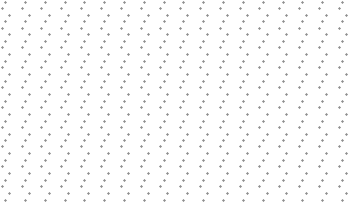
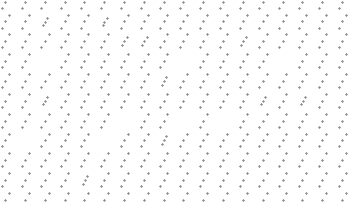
part at (45, 21) size: 11x16 px -> 7x10 px
part at (104, 21) size: 10x16 px -> 7x10 px
part at (124, 40) size: 10x16 px -> 8x11 px
part at (144, 40) size: 10x16 px -> 8x11 px
part at (243, 40) size: 10x16 px -> 8x11 px
part at (45, 60): present -> none
part at (183, 60): present -> none
part at (282, 60): present -> none
part at (163, 80) size: 10x16 px -> 7x11 px
part at (45, 100) size: 11x16 px -> 7x10 px
part at (263, 100) size: 11x16 px -> 7x10 px
part at (302, 100) size: 10x16 px -> 7x10 px
part at (124, 120): present -> none
part at (183, 120): present -> none
part at (223, 120): present -> none
part at (25, 140): present -> none
part at (104, 140): present -> none
part at (163, 140) size: 10x15 px -> 7x11 px
part at (84, 179) size: 10x16 px -> 7x11 px
